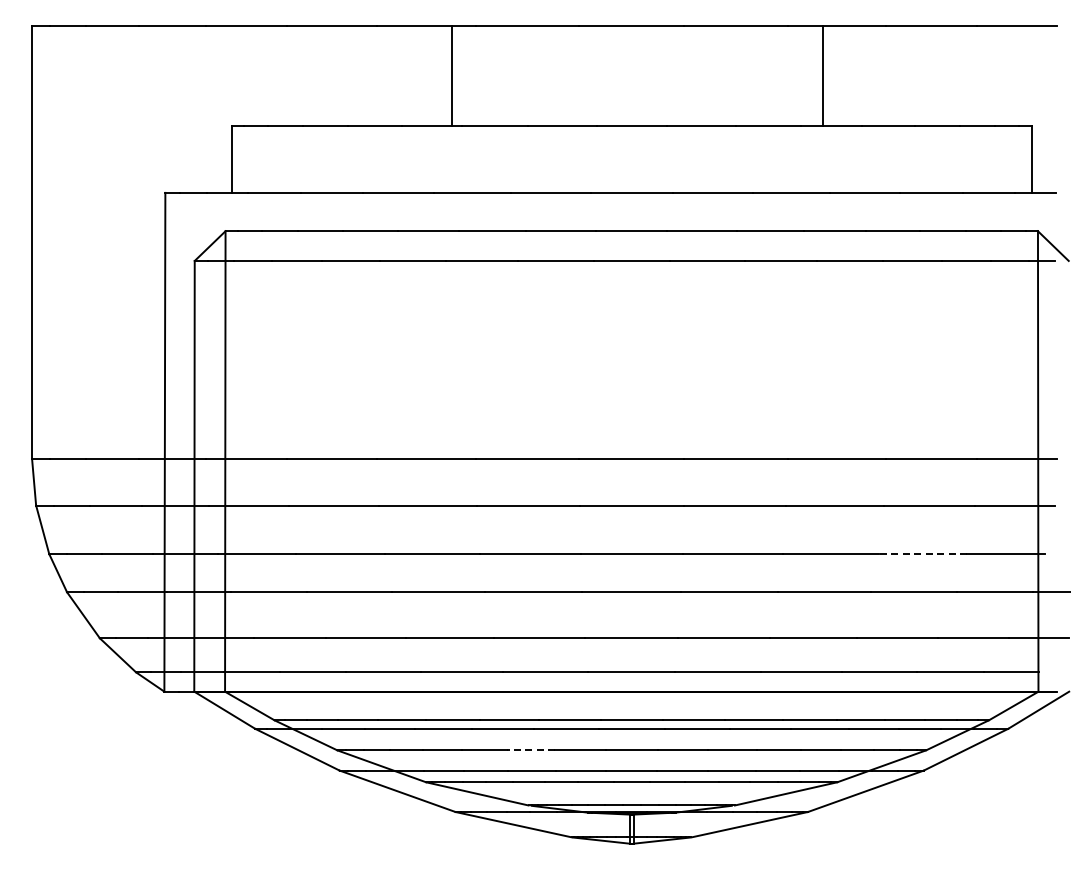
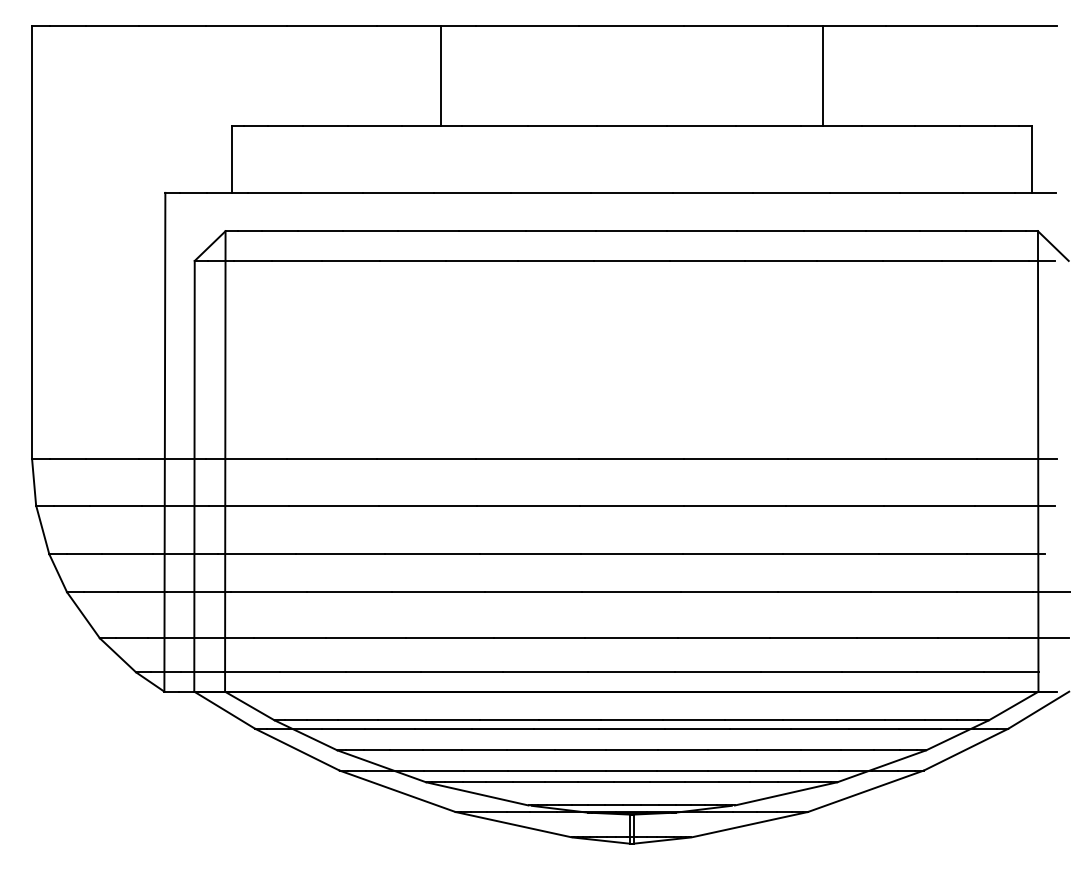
line at (451, 76) position: (451, 76) -> (440, 76)
line at (922, 554): dashed -> solid
line at (530, 750): dashed -> solid
